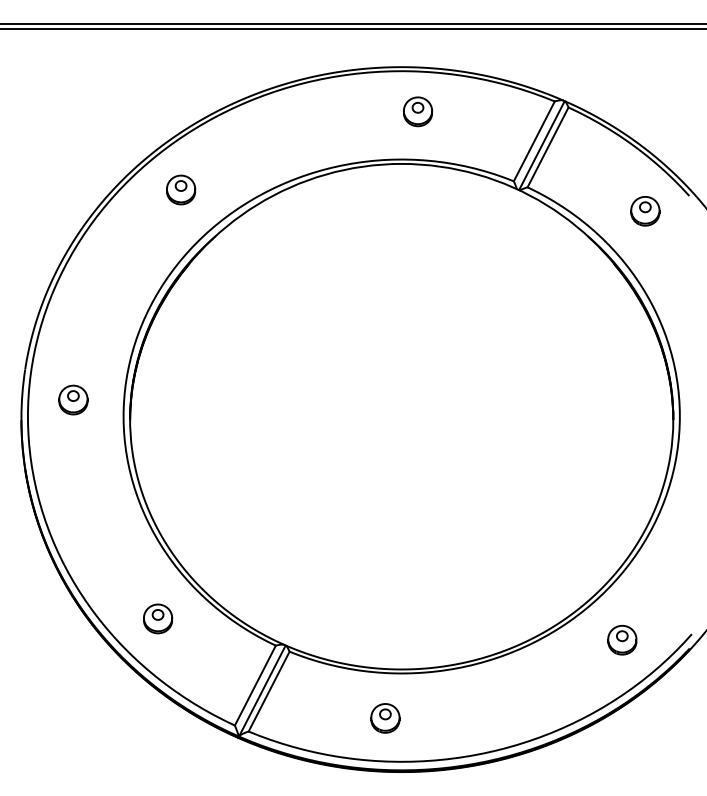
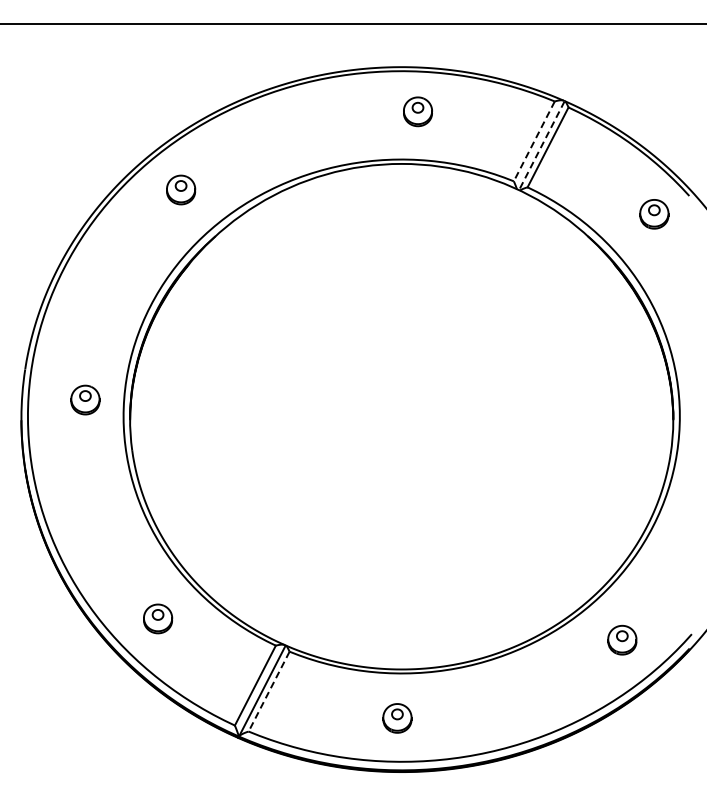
line at (352, 29): present -> none
line at (534, 141): solid -> dashed
line at (541, 145): solid -> dashed
part at (645, 211) position: (645, 211) -> (654, 214)
part at (73, 399) position: (73, 399) -> (85, 399)
line at (269, 691): solid -> dashed
part at (385, 718) position: (385, 718) -> (397, 718)
